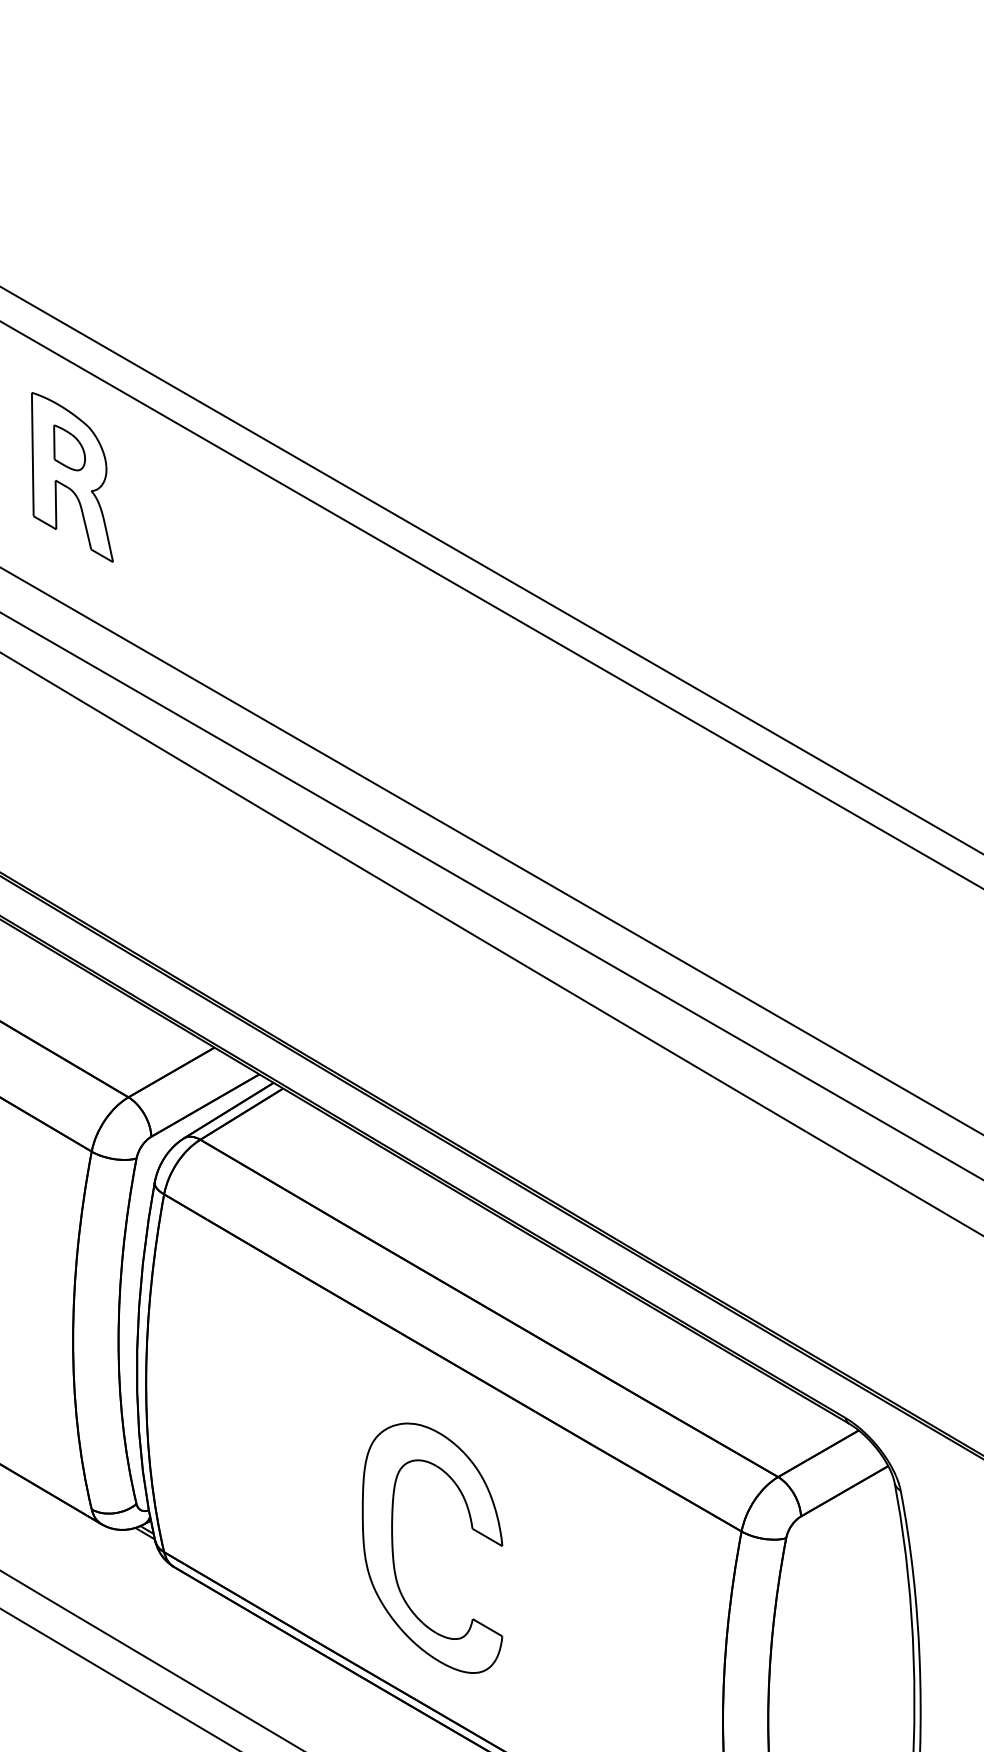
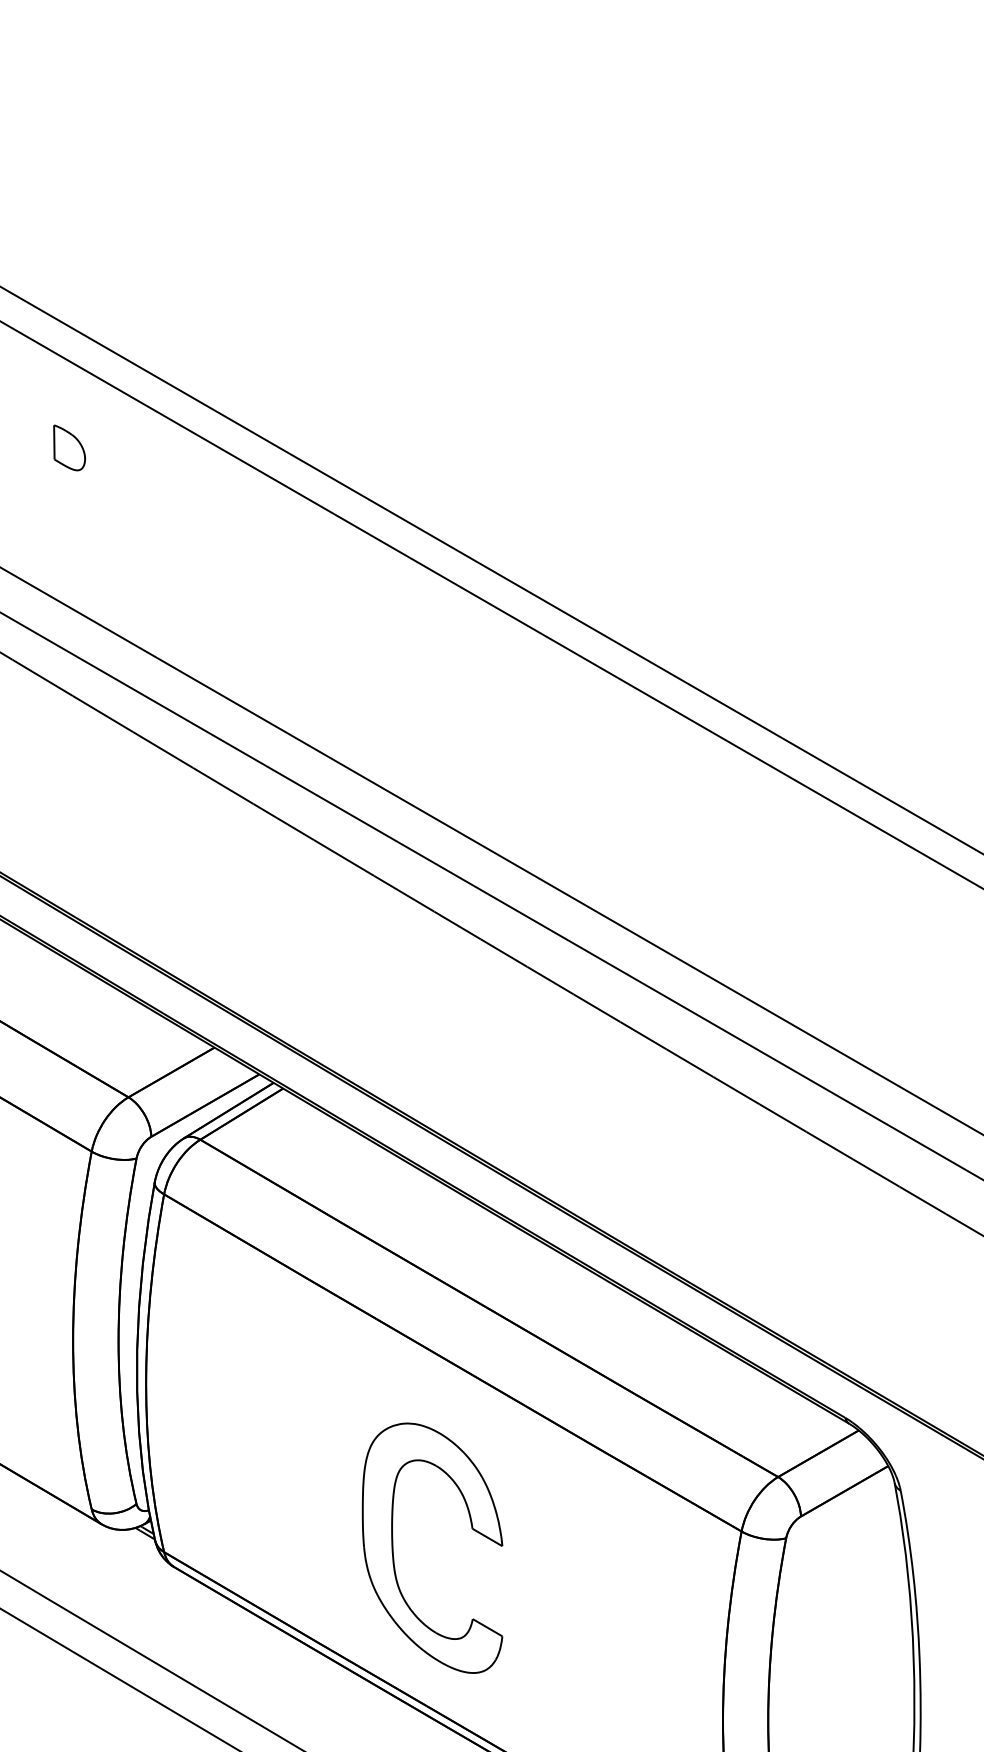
part at (72, 477): present -> none
